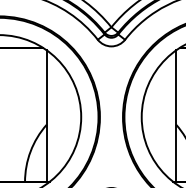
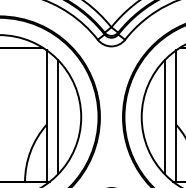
line at (58, 117): none -> present
line at (164, 117): none -> present
